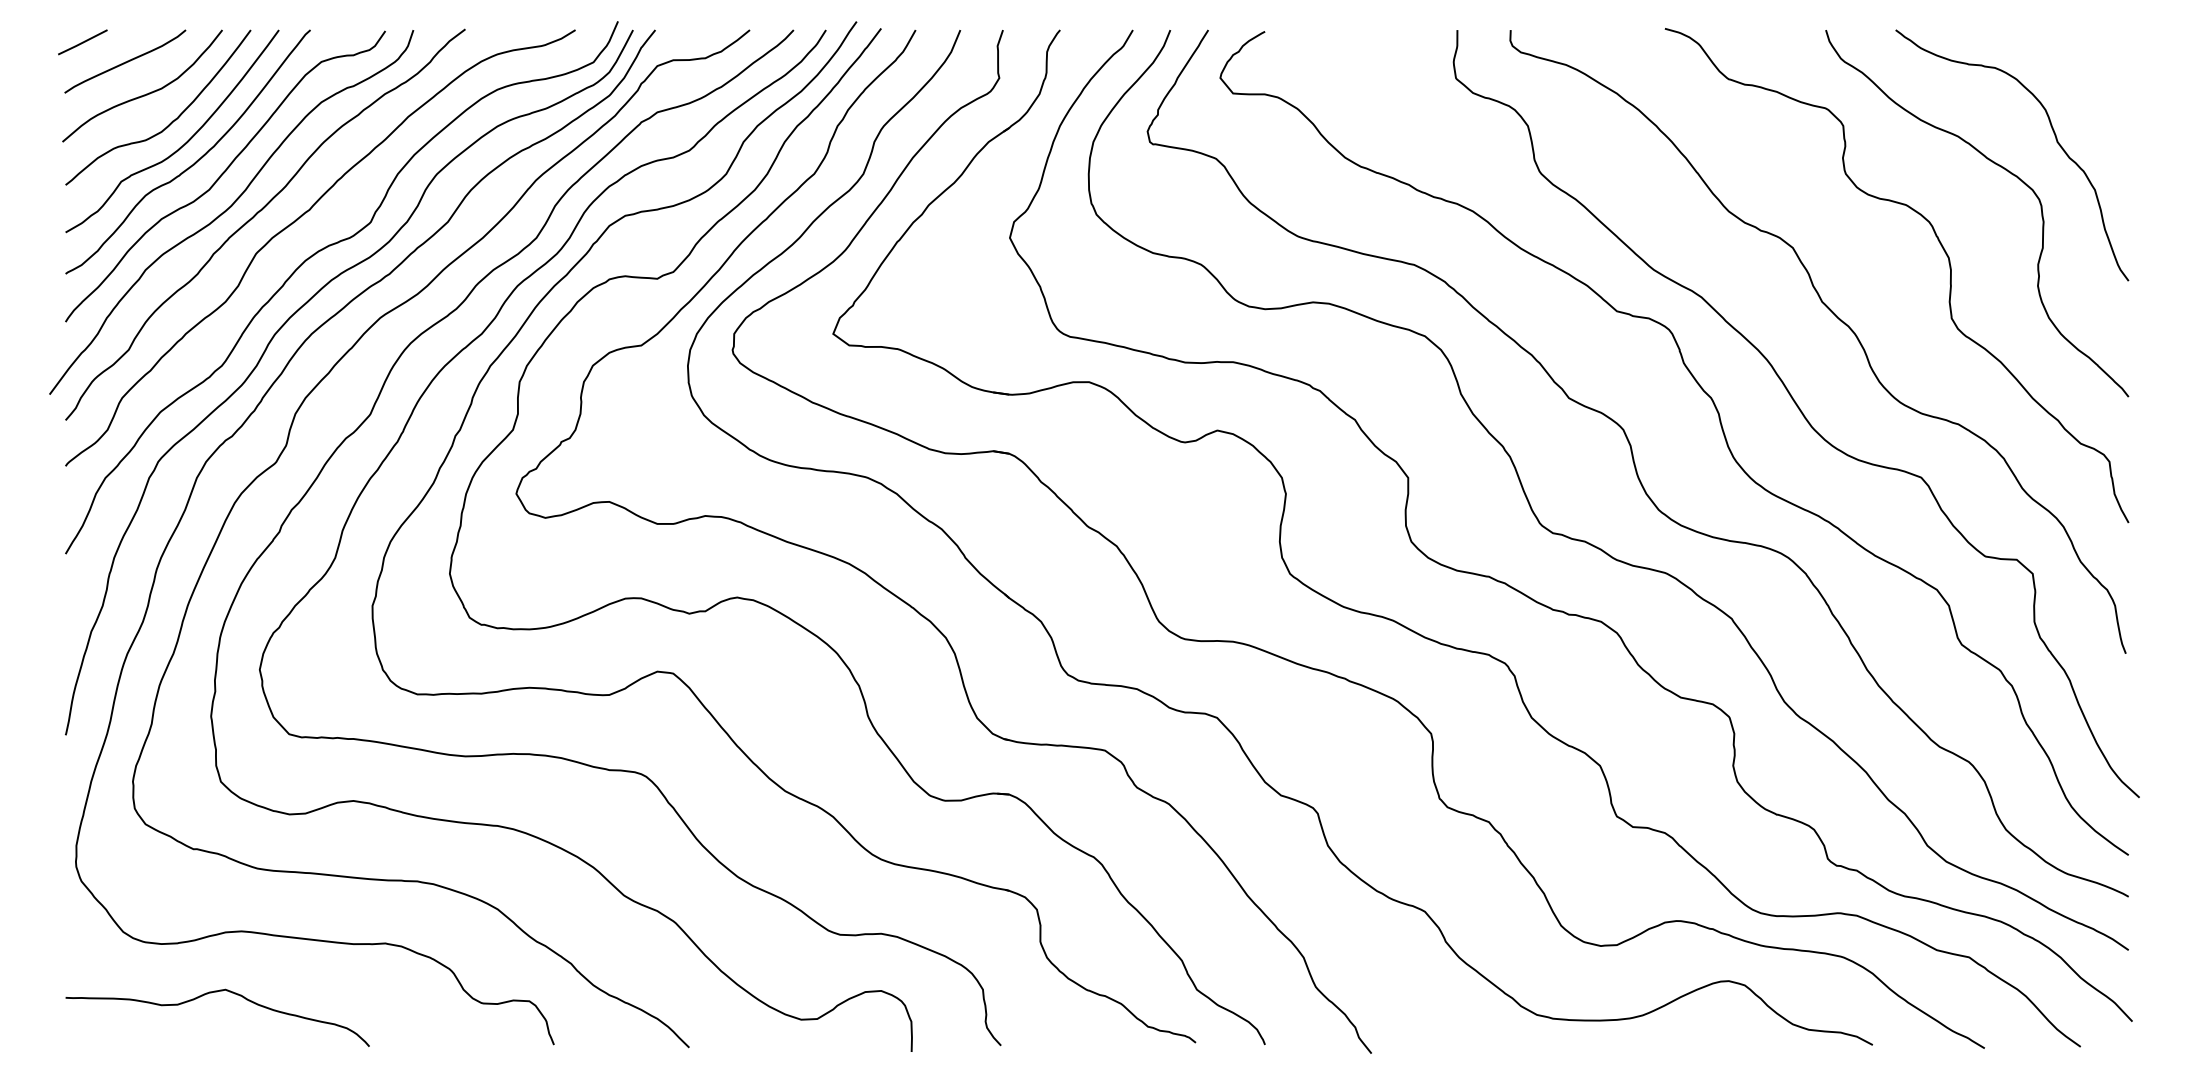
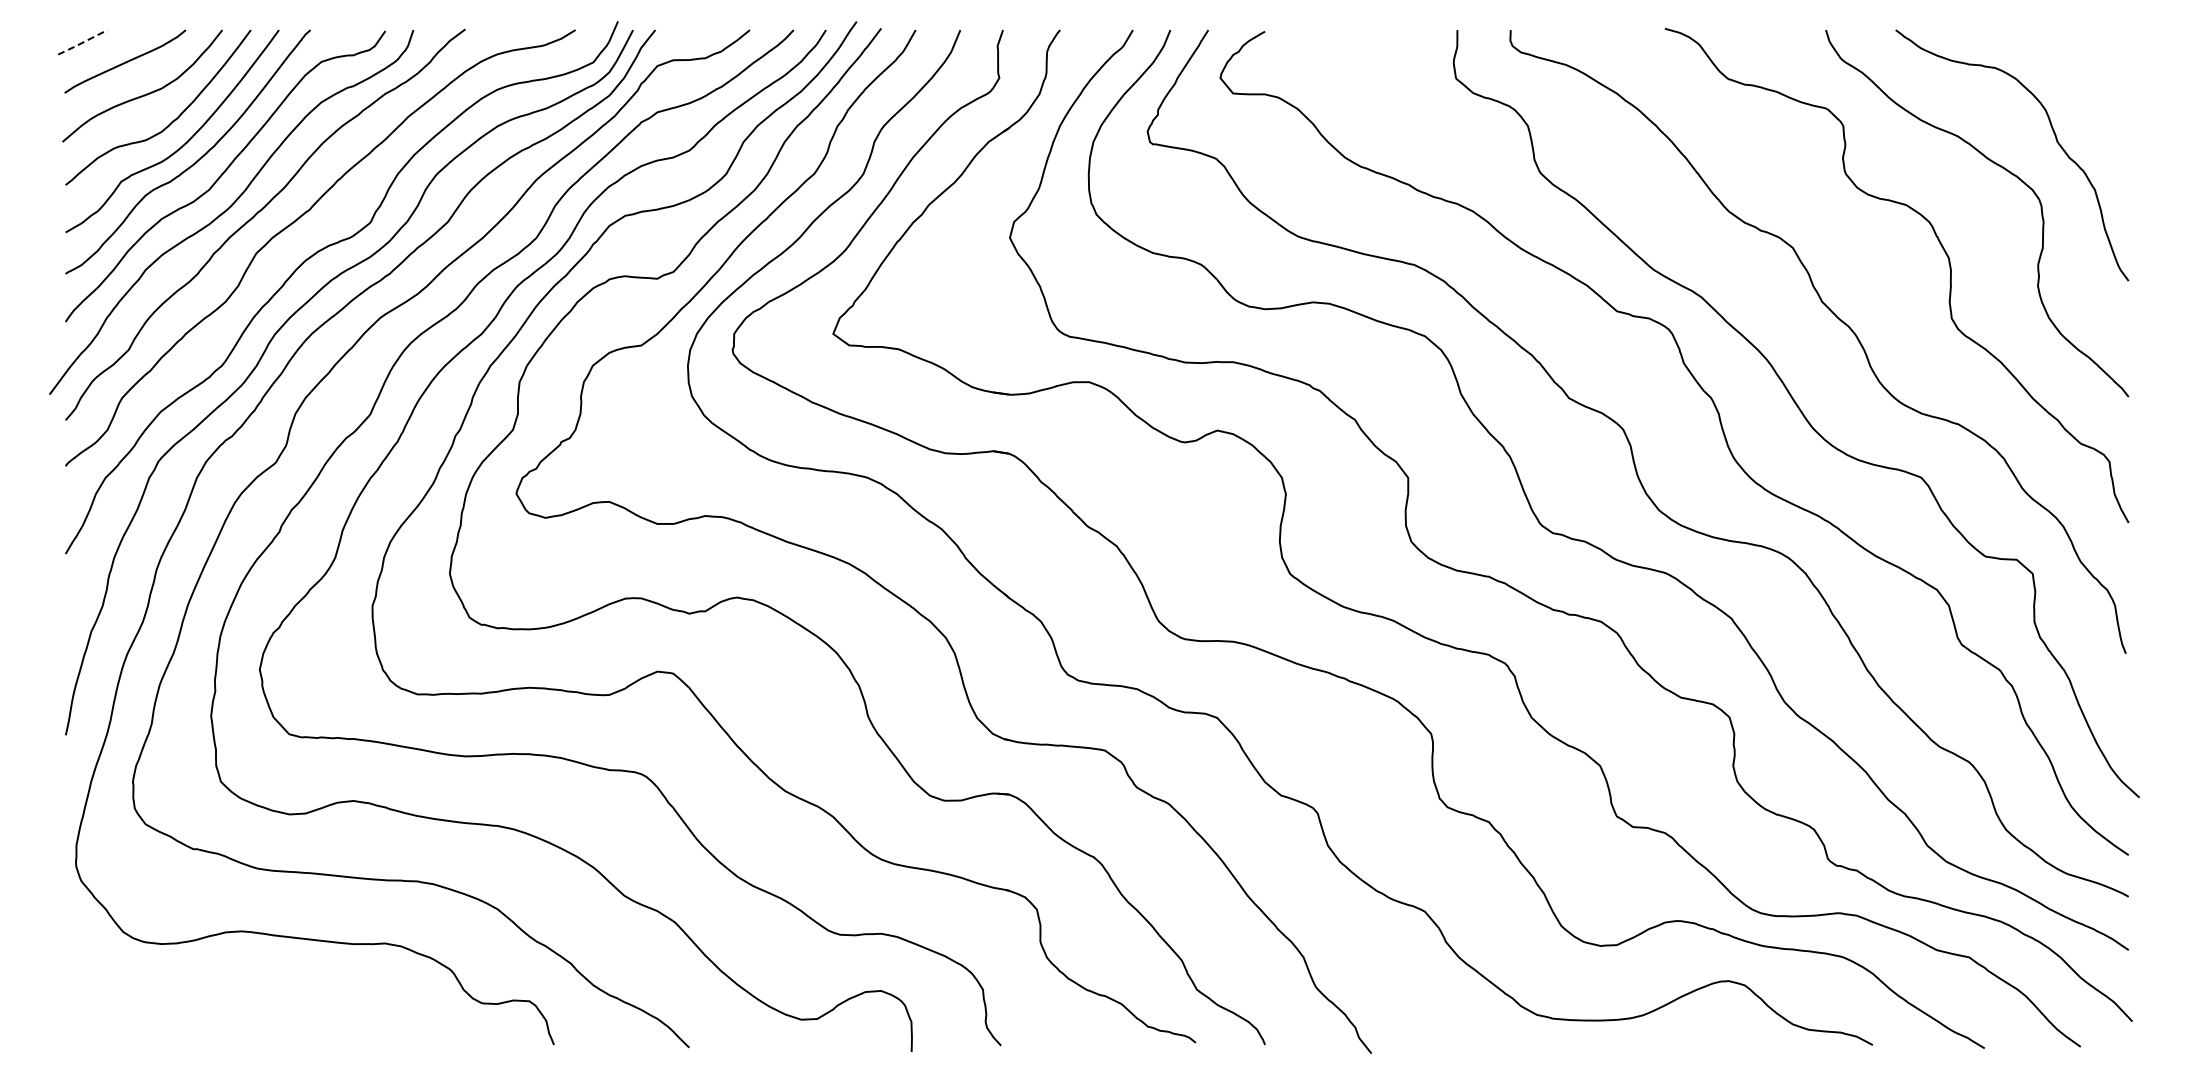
line at (83, 42): solid -> dashed
curve at (211, 993): present -> none
